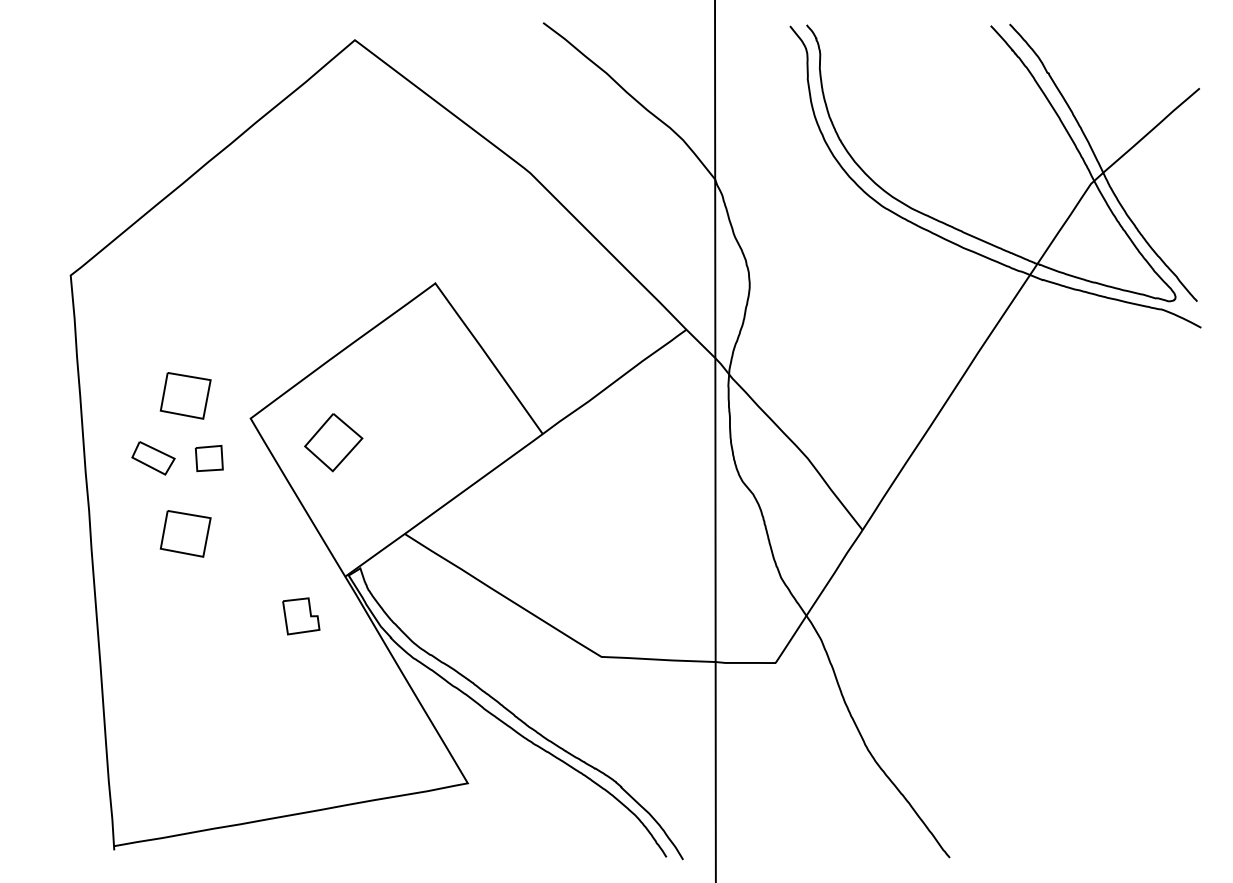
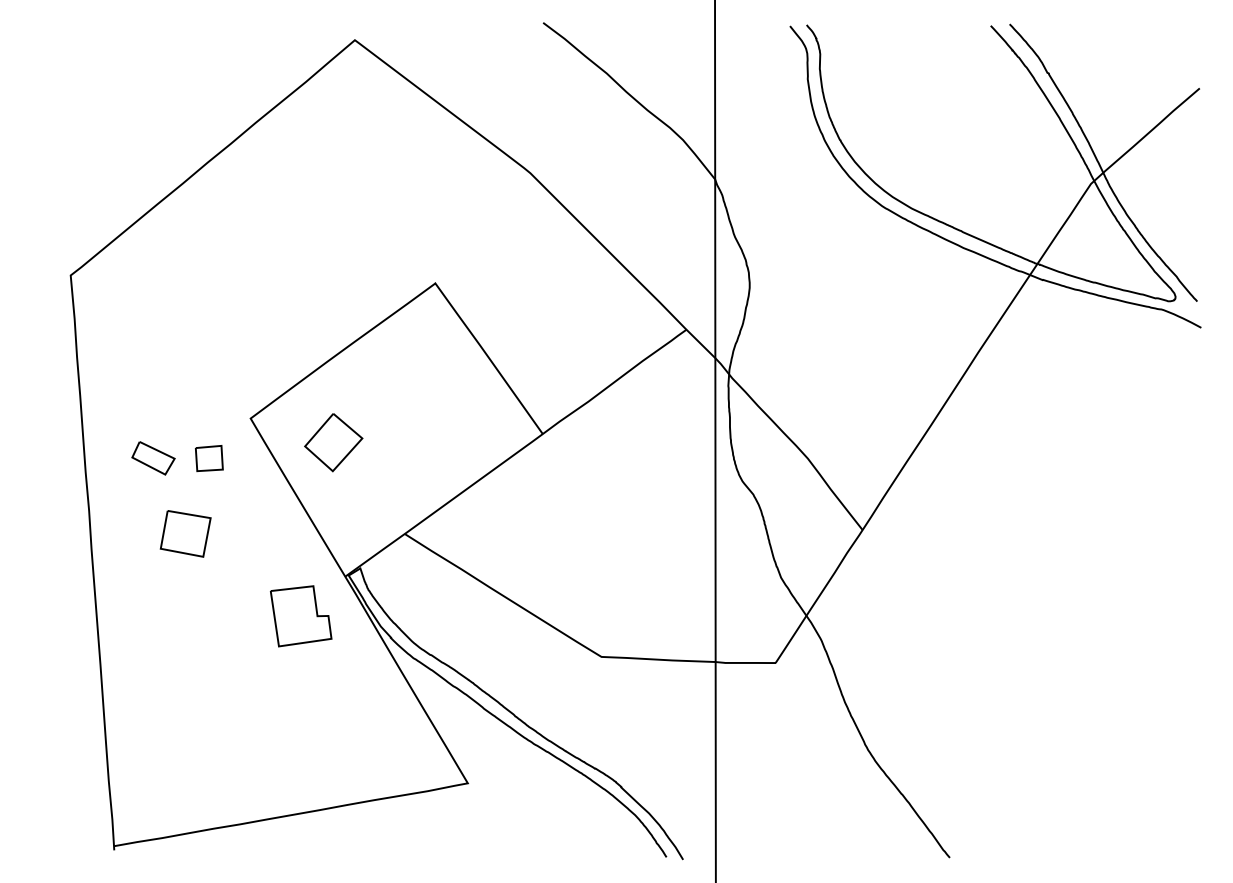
part at (185, 395): present -> none
part at (301, 616) size: 39x39 px -> 63x63 px
